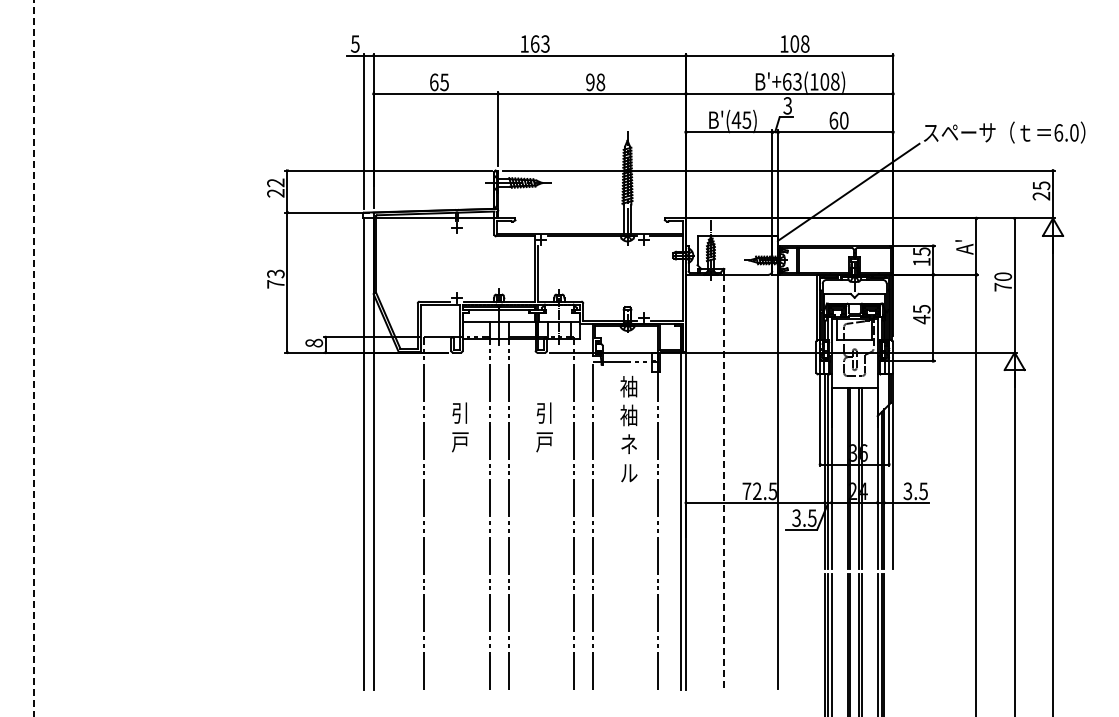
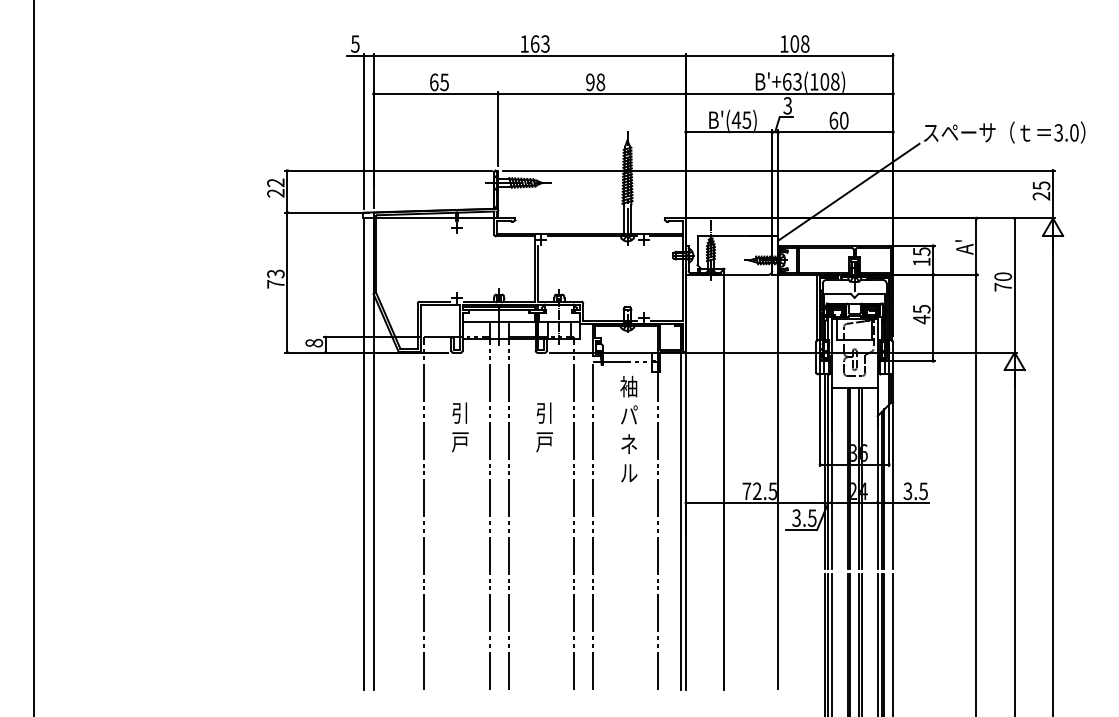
text at (1058, 132): 6.0 -> 3.0
line at (33, 358): dashed -> solid
text at (628, 415): 袖 -> パ
line at (724, 482): dashed -> solid
line at (893, 643): none -> present
